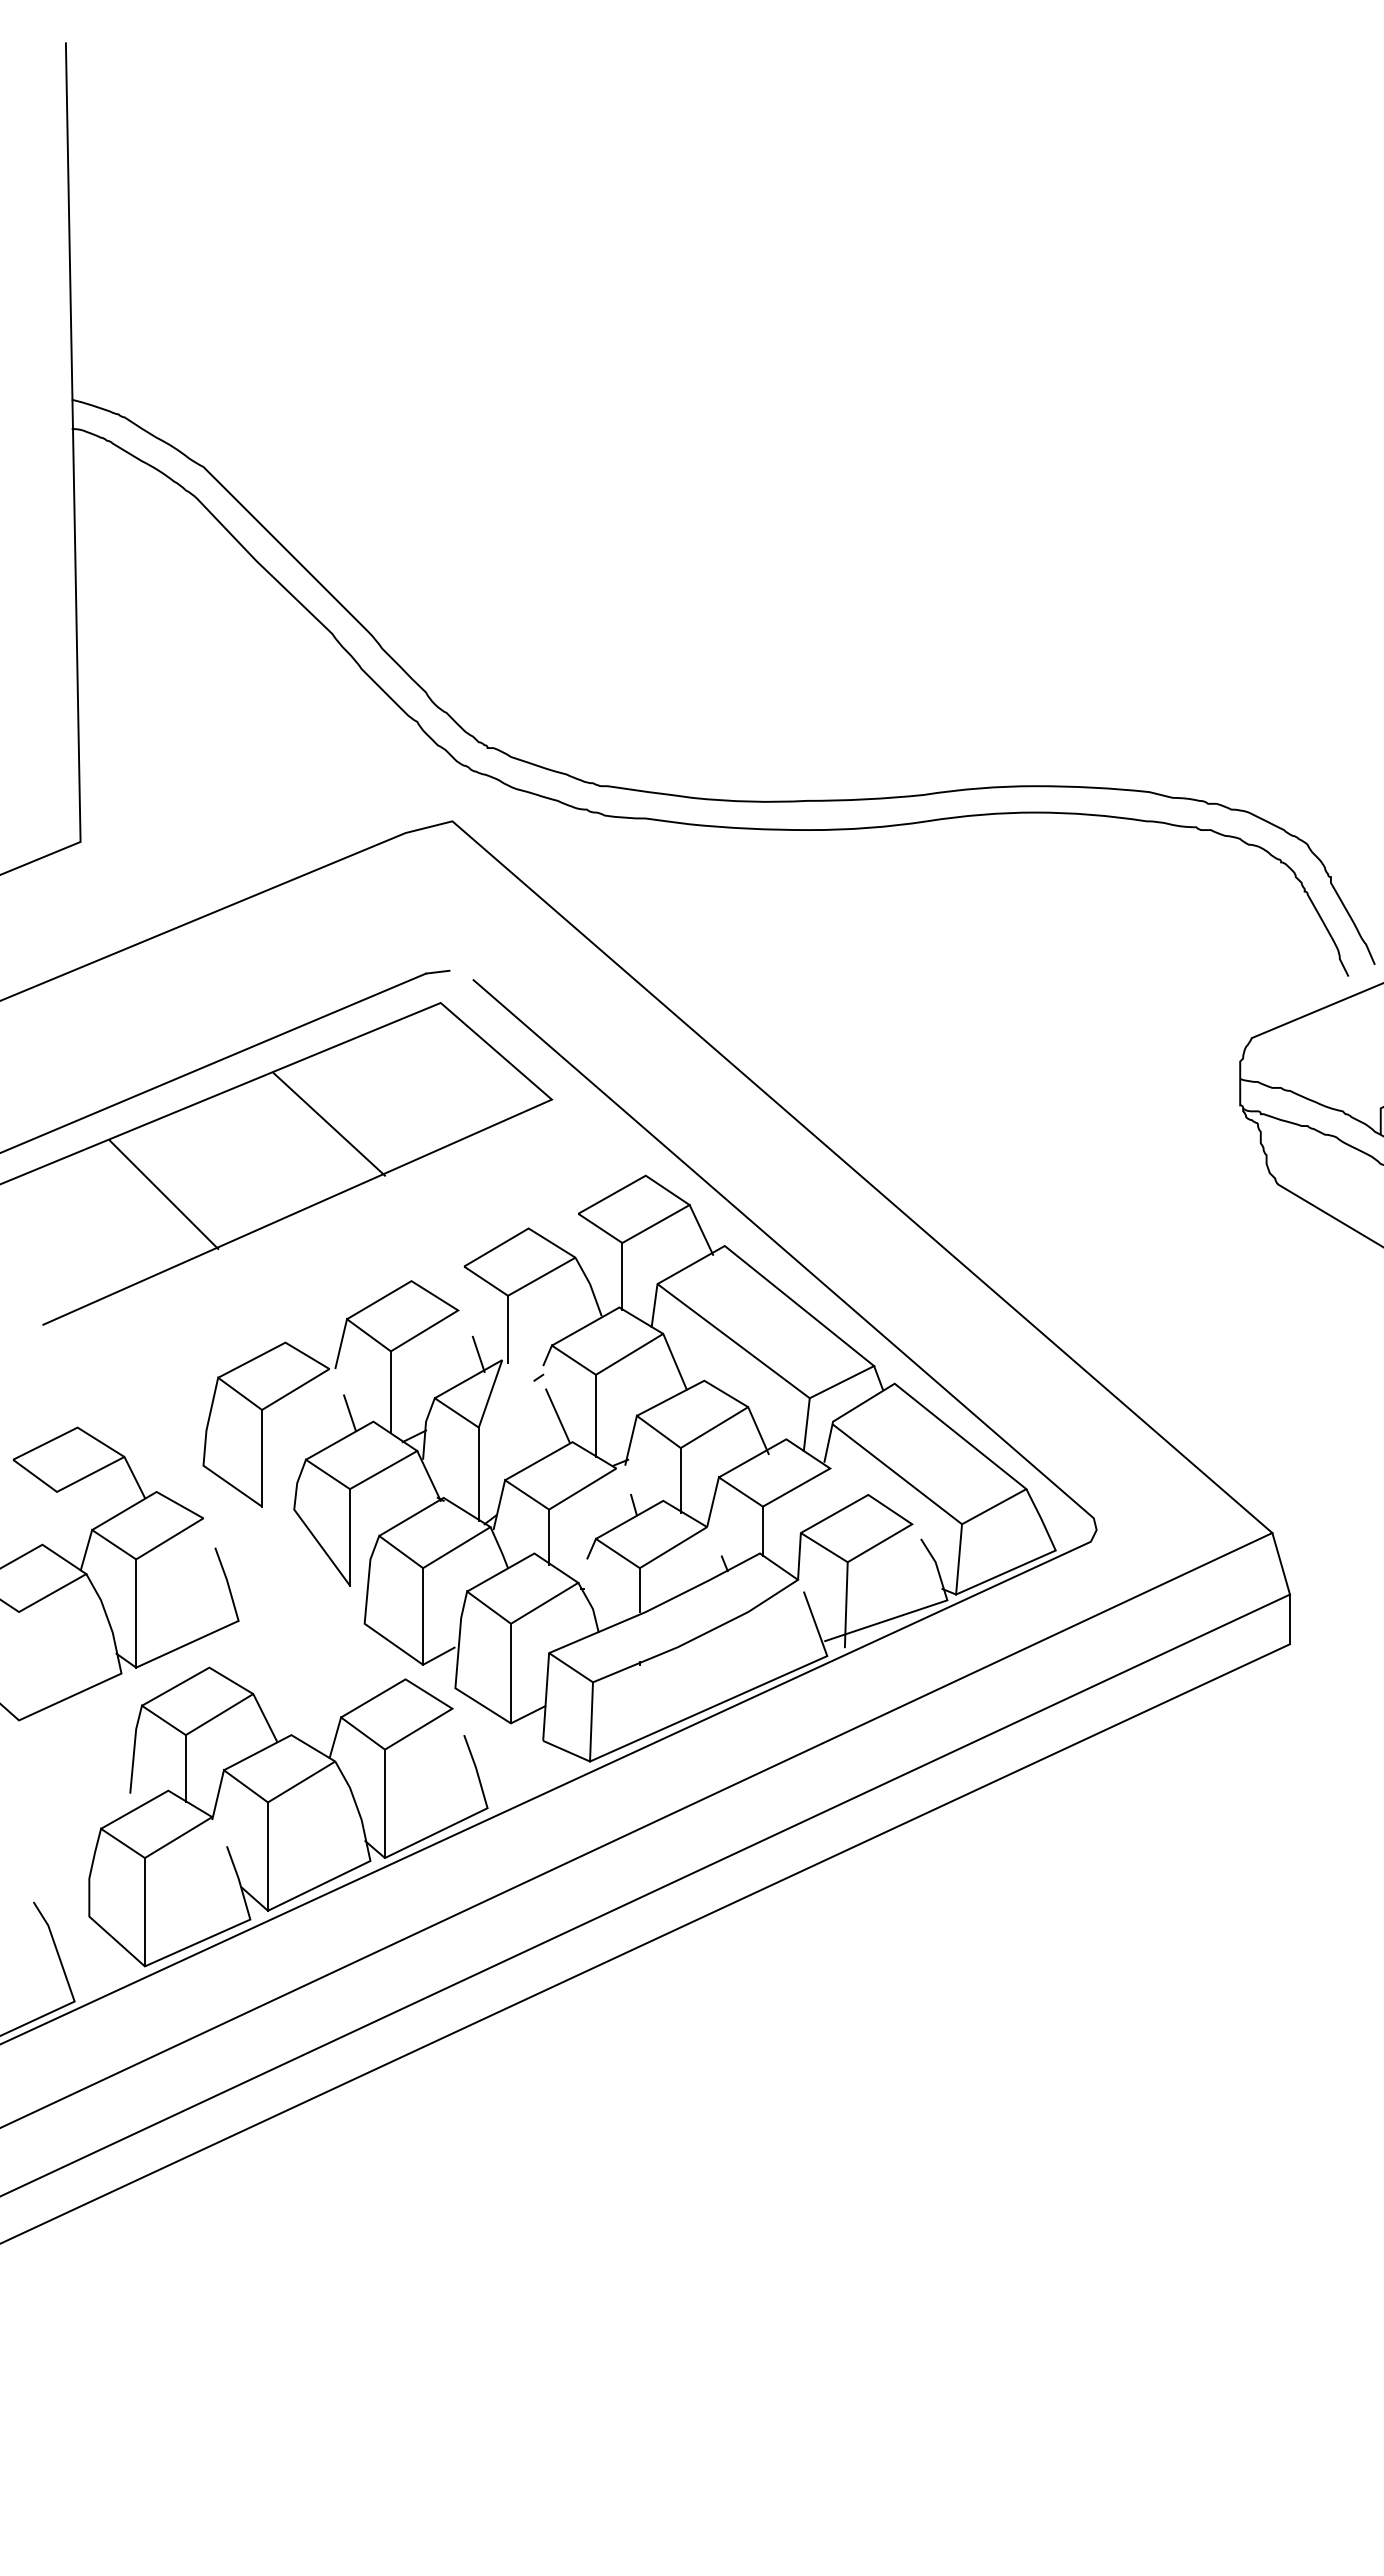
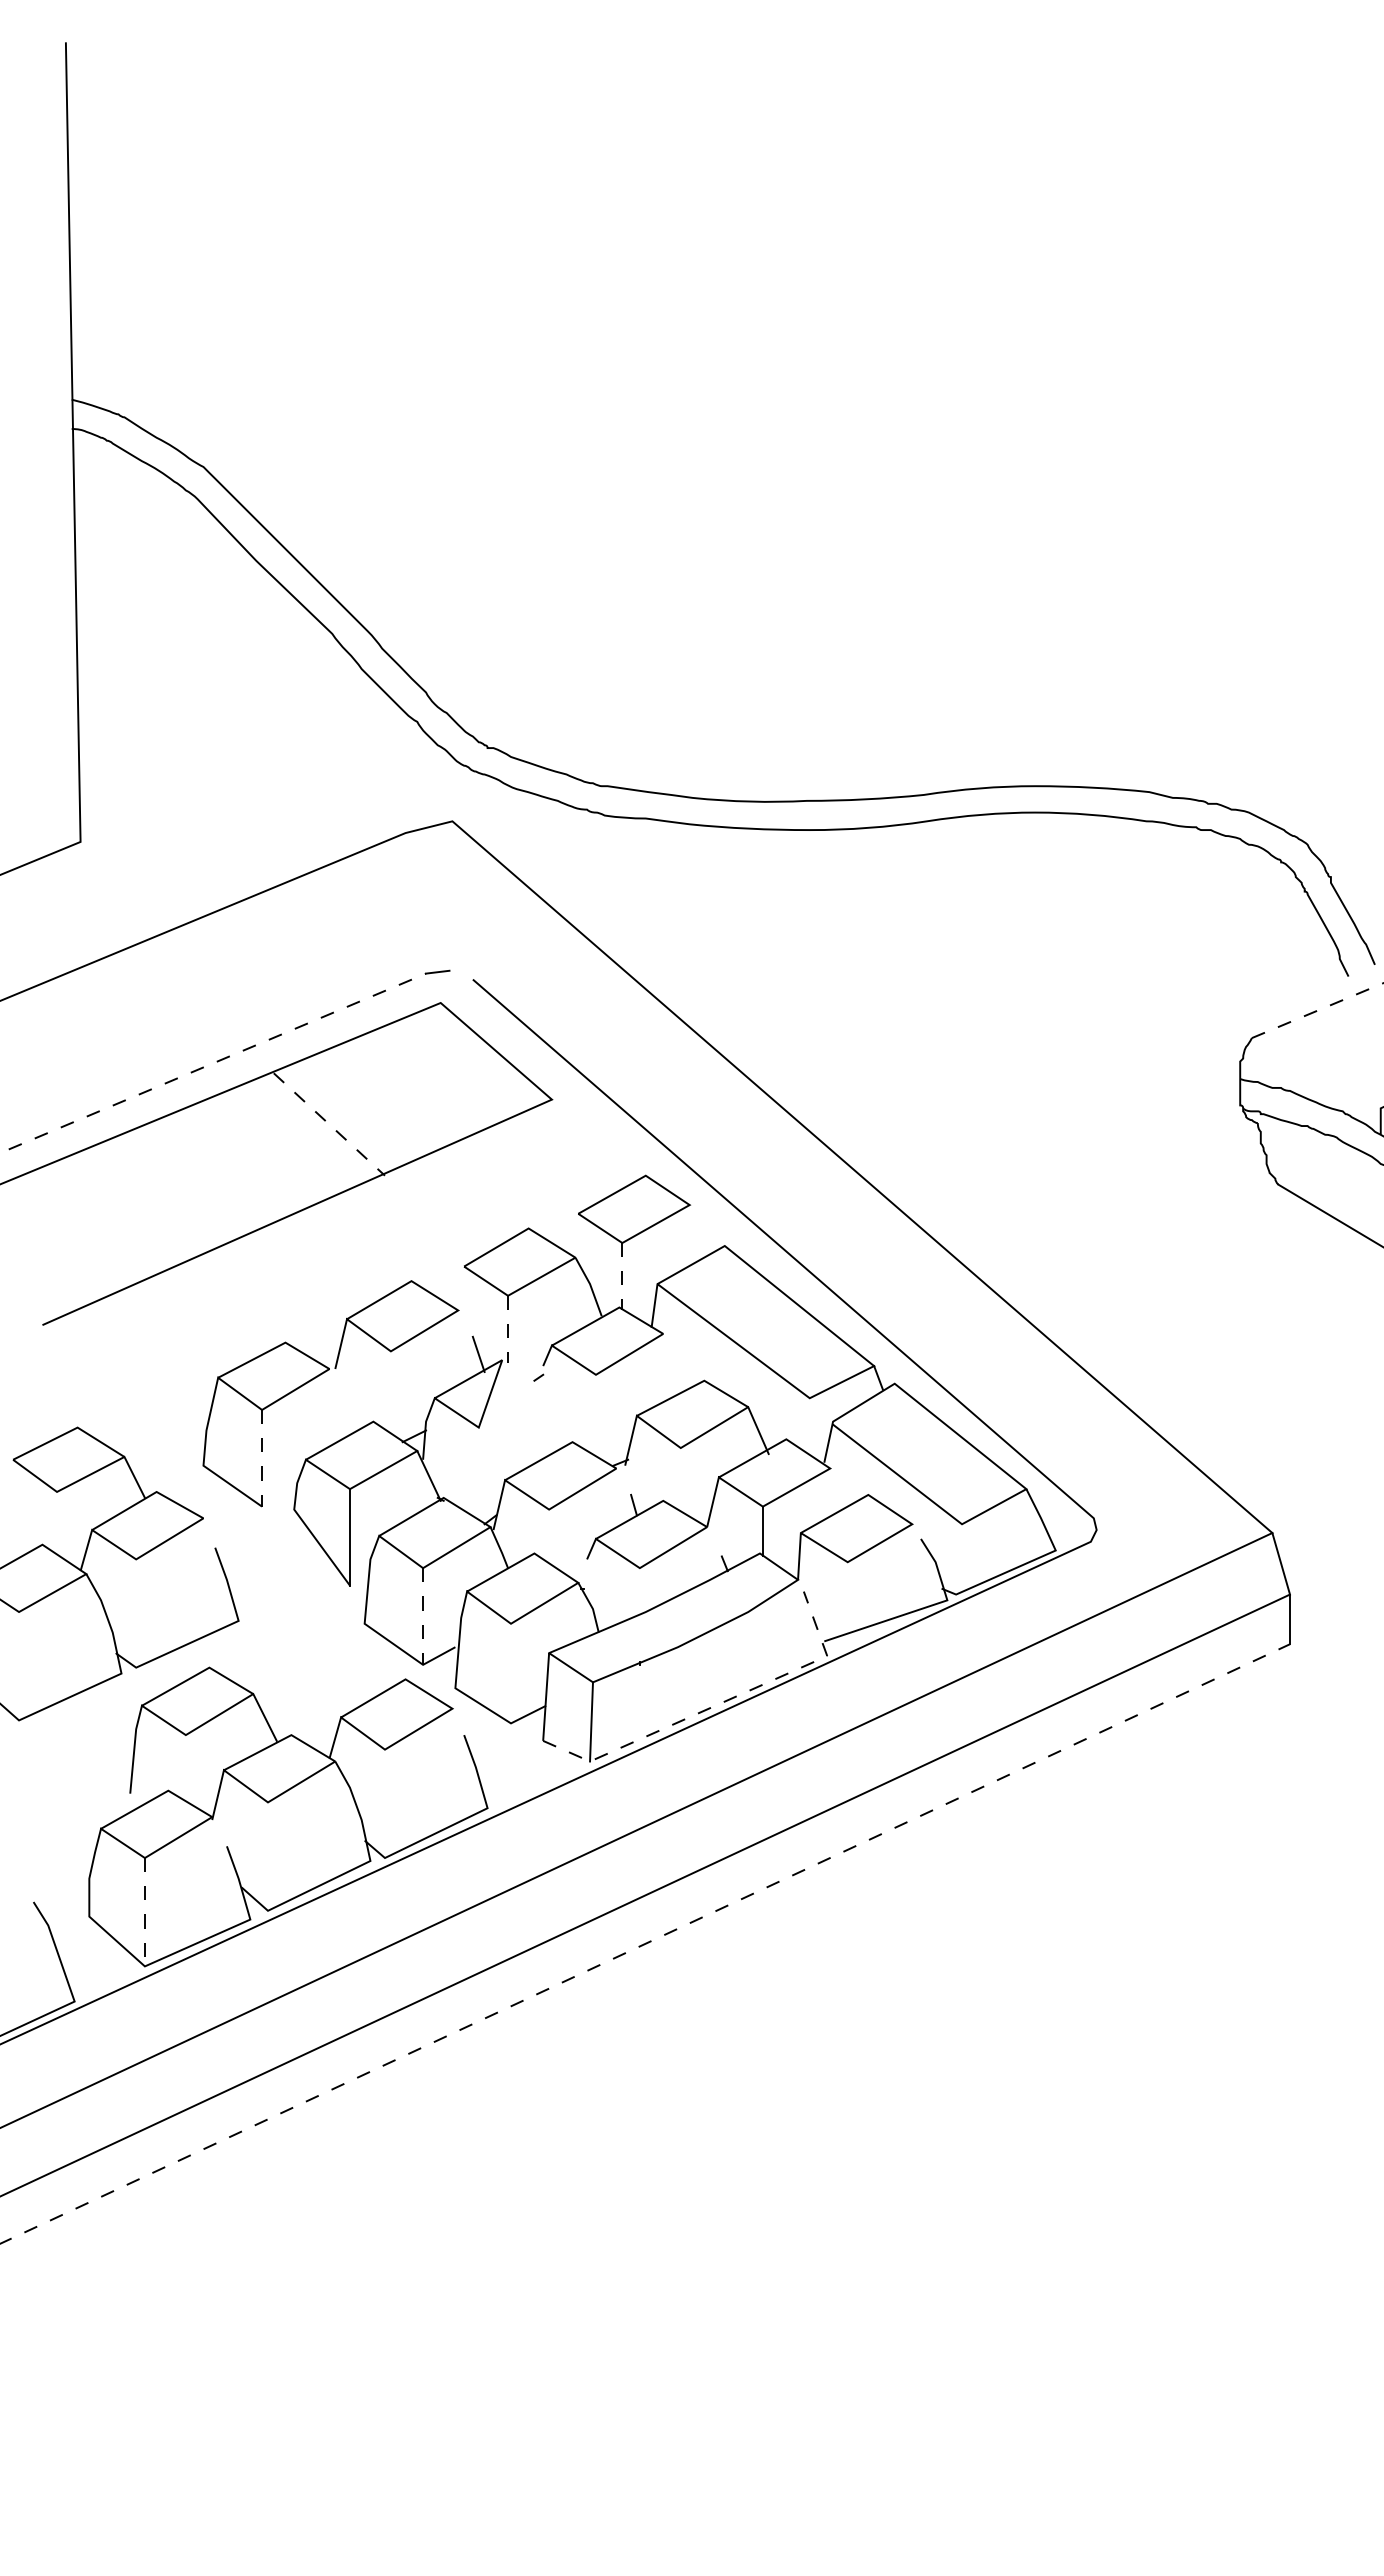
line at (1318, 1010): solid -> dashed
line at (213, 1063): solid -> dashed
line at (329, 1124): solid -> dashed
line at (163, 1194): present -> none
line at (701, 1229): present -> none
line at (622, 1276): solid -> dashed
line at (508, 1329): solid -> dashed
line at (674, 1361): present -> none
line at (390, 1392): present -> none
line at (349, 1412): present -> none
line at (557, 1415): present -> none
line at (595, 1415): present -> none
line at (806, 1424): present -> none
line at (262, 1458): solid -> dashed
line at (478, 1474): present -> none
line at (680, 1480): present -> none
line at (549, 1537): present -> none
line at (959, 1559): present -> none
line at (639, 1590): present -> none
line at (845, 1604): present -> none
line at (136, 1613): present -> none
line at (423, 1617): solid -> dashed
line at (511, 1673): present -> none
line at (716, 1705): solid -> dashed
line at (185, 1768): present -> none
line at (384, 1803): present -> none
line at (267, 1856): present -> none
line at (144, 1912): solid -> dashed
line at (645, 1943): solid -> dashed
